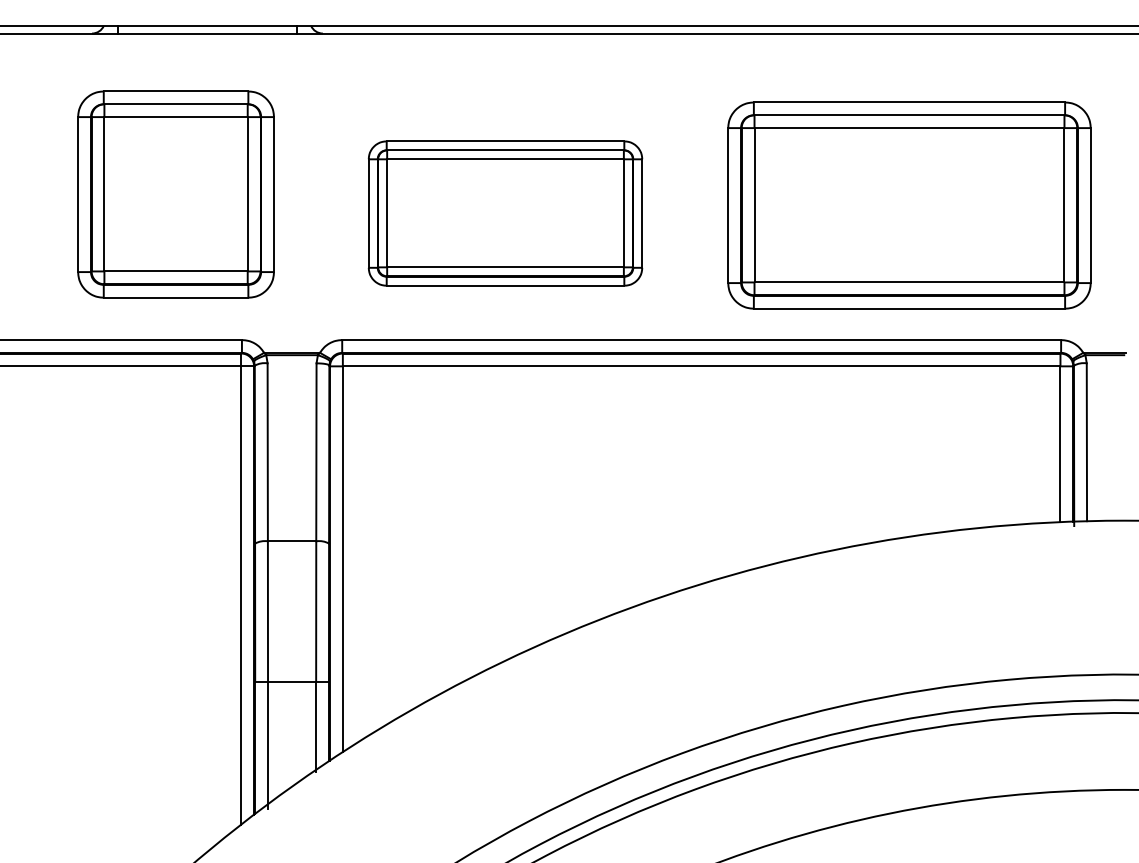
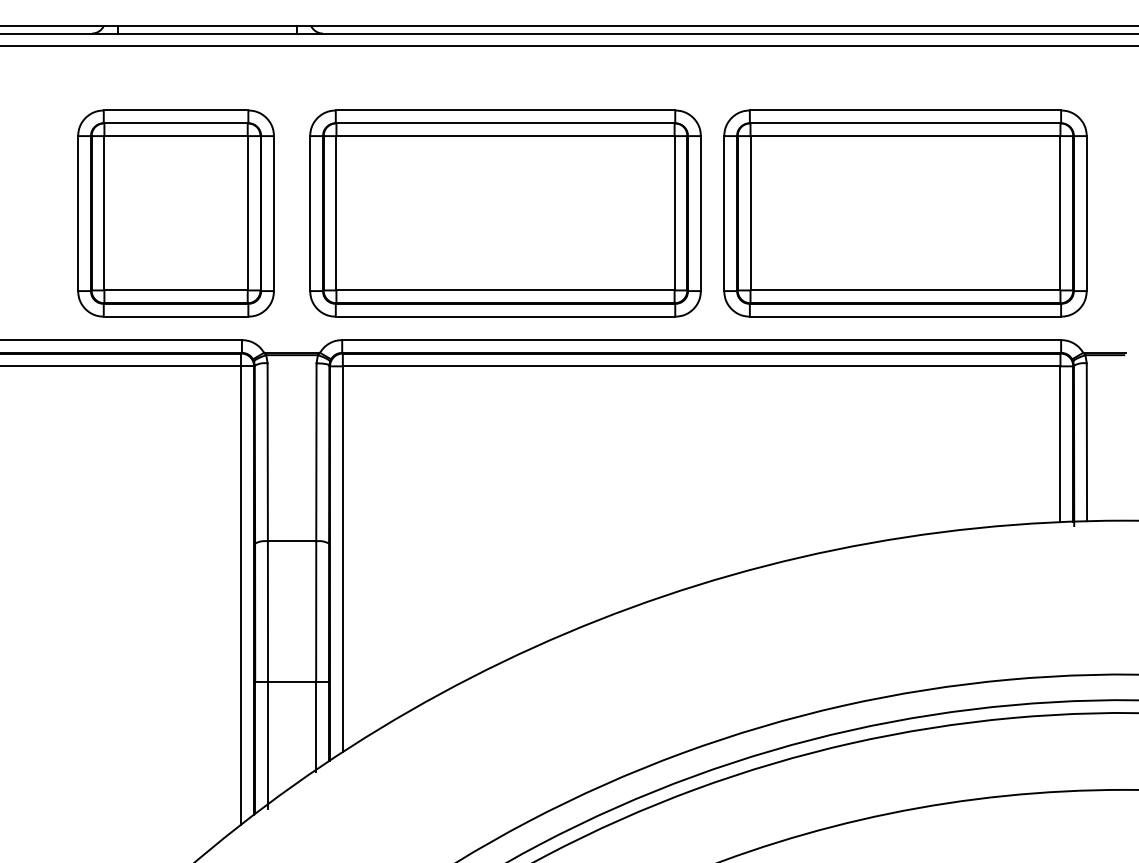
line at (568, 46): none -> present
part at (175, 194) position: (175, 194) -> (175, 213)
part at (909, 205) position: (909, 205) -> (905, 213)
part at (505, 213) size: 277x147 px -> 393x209 px
